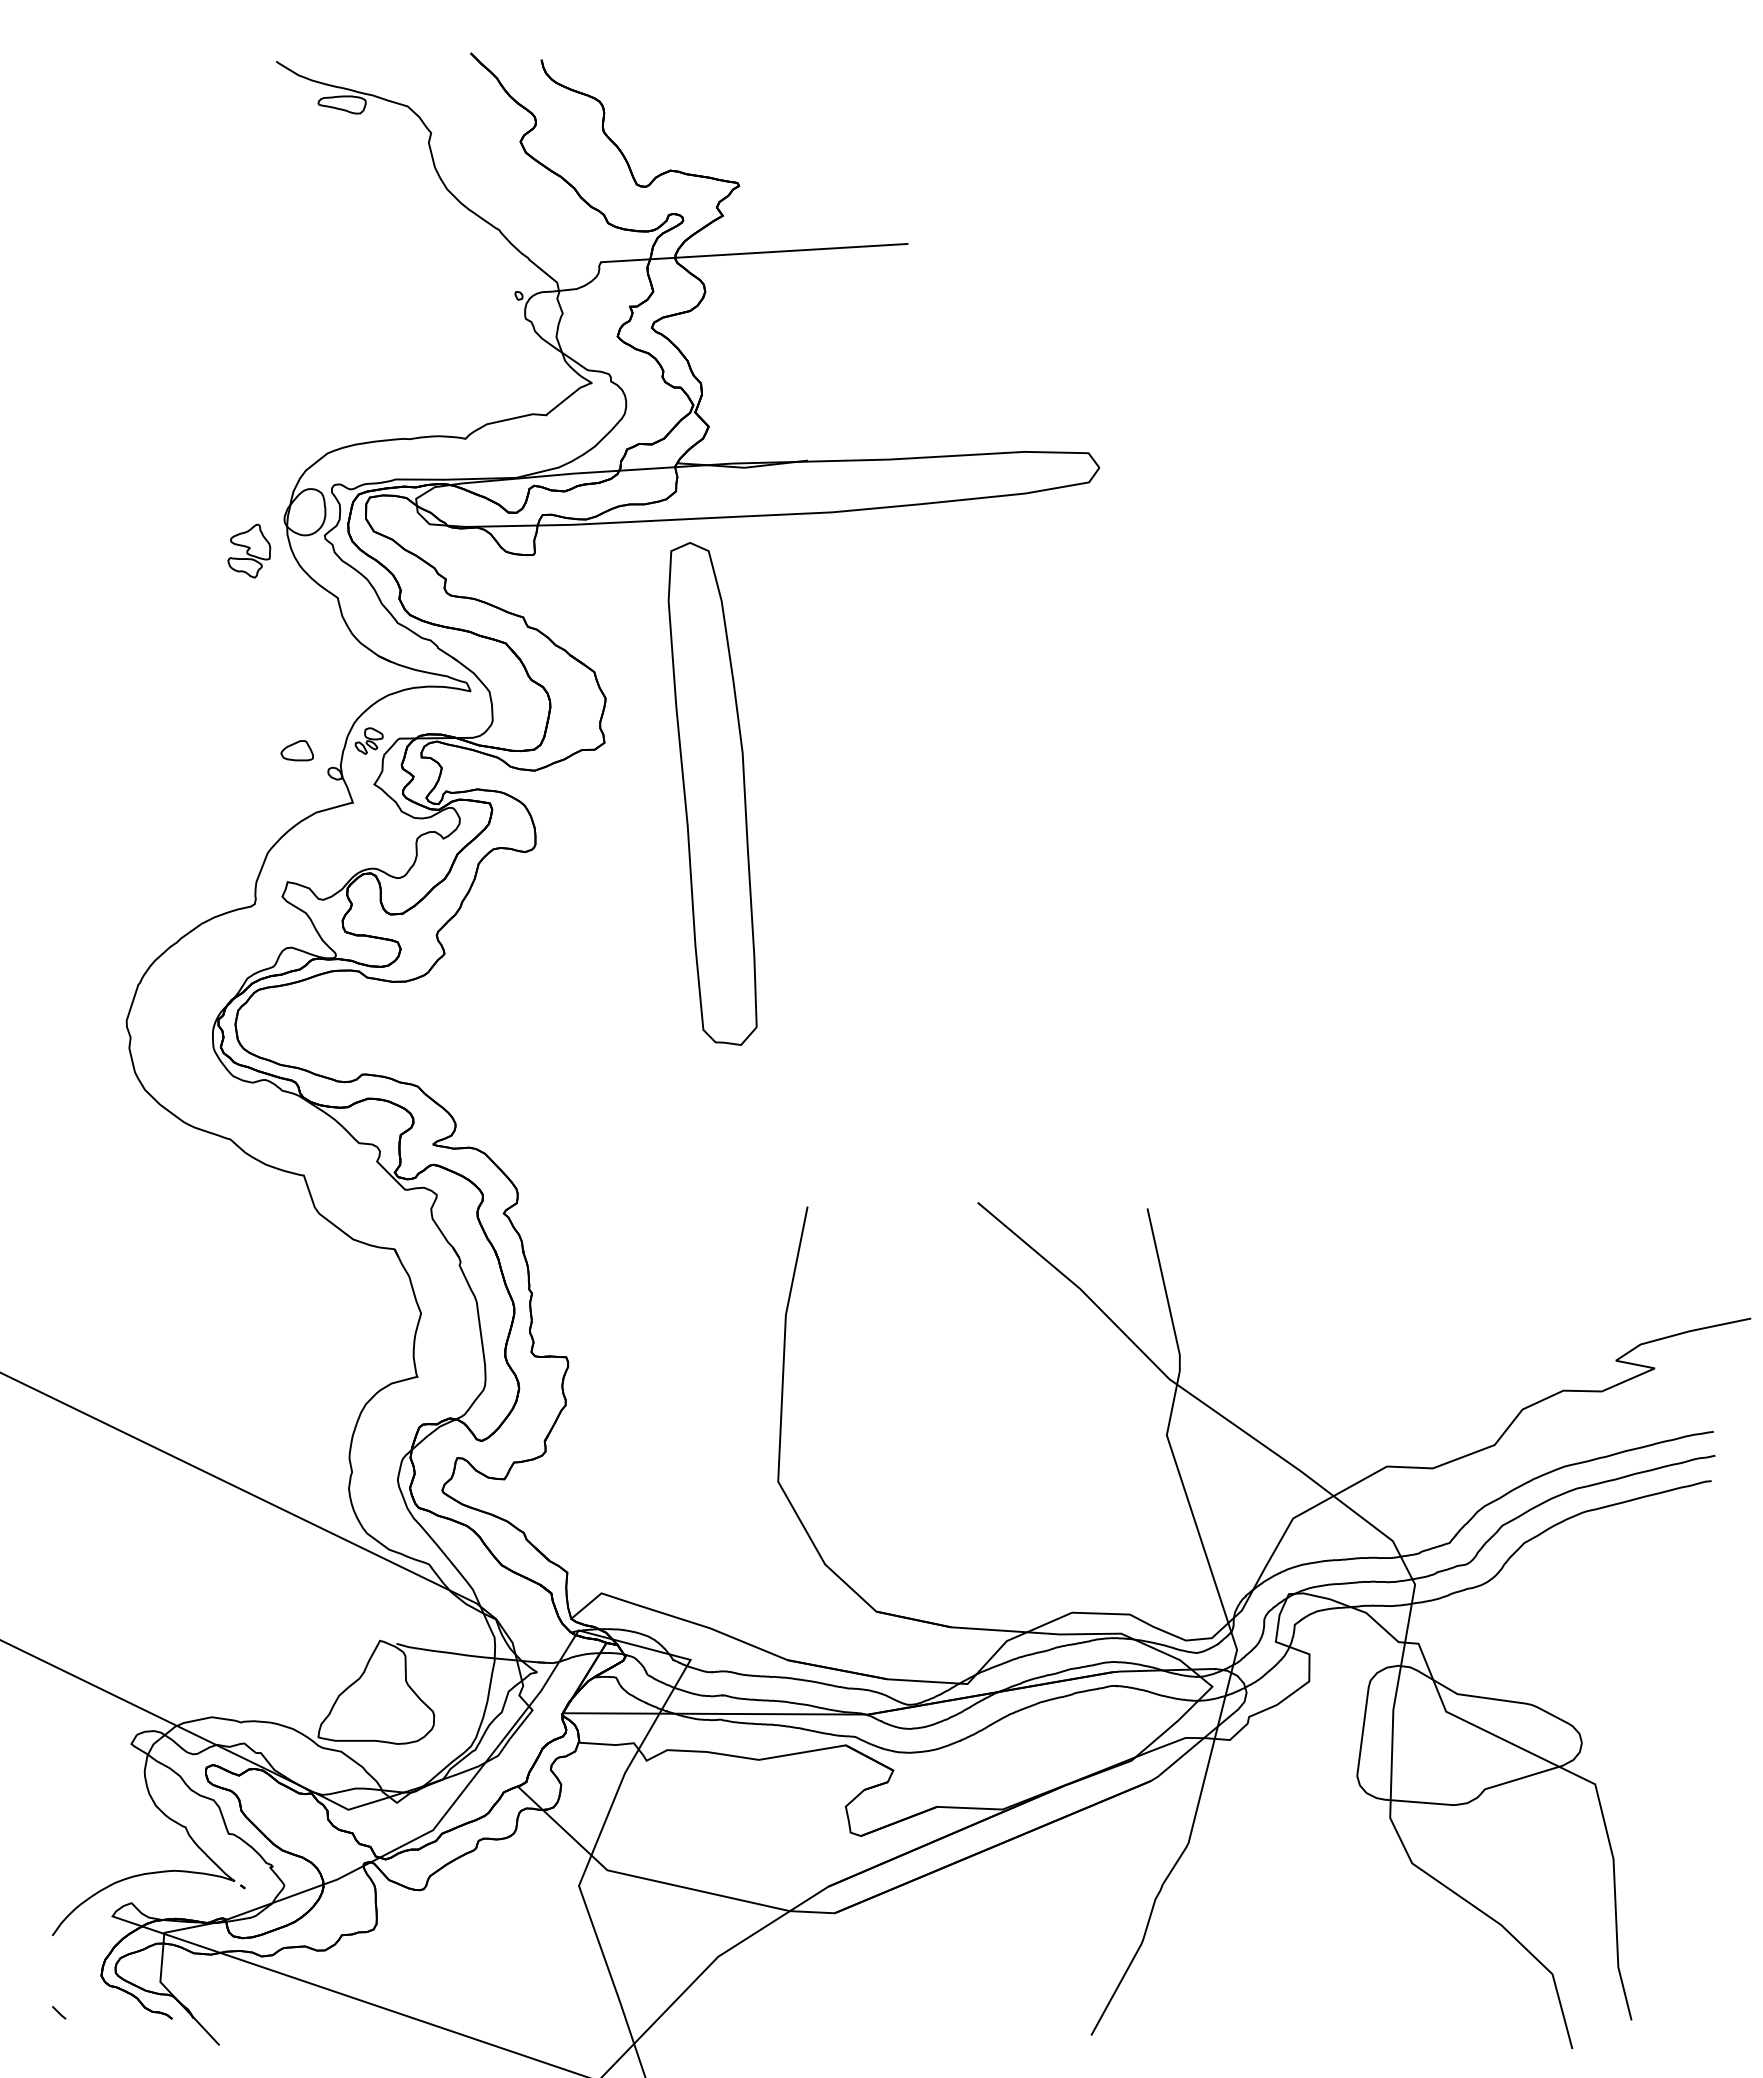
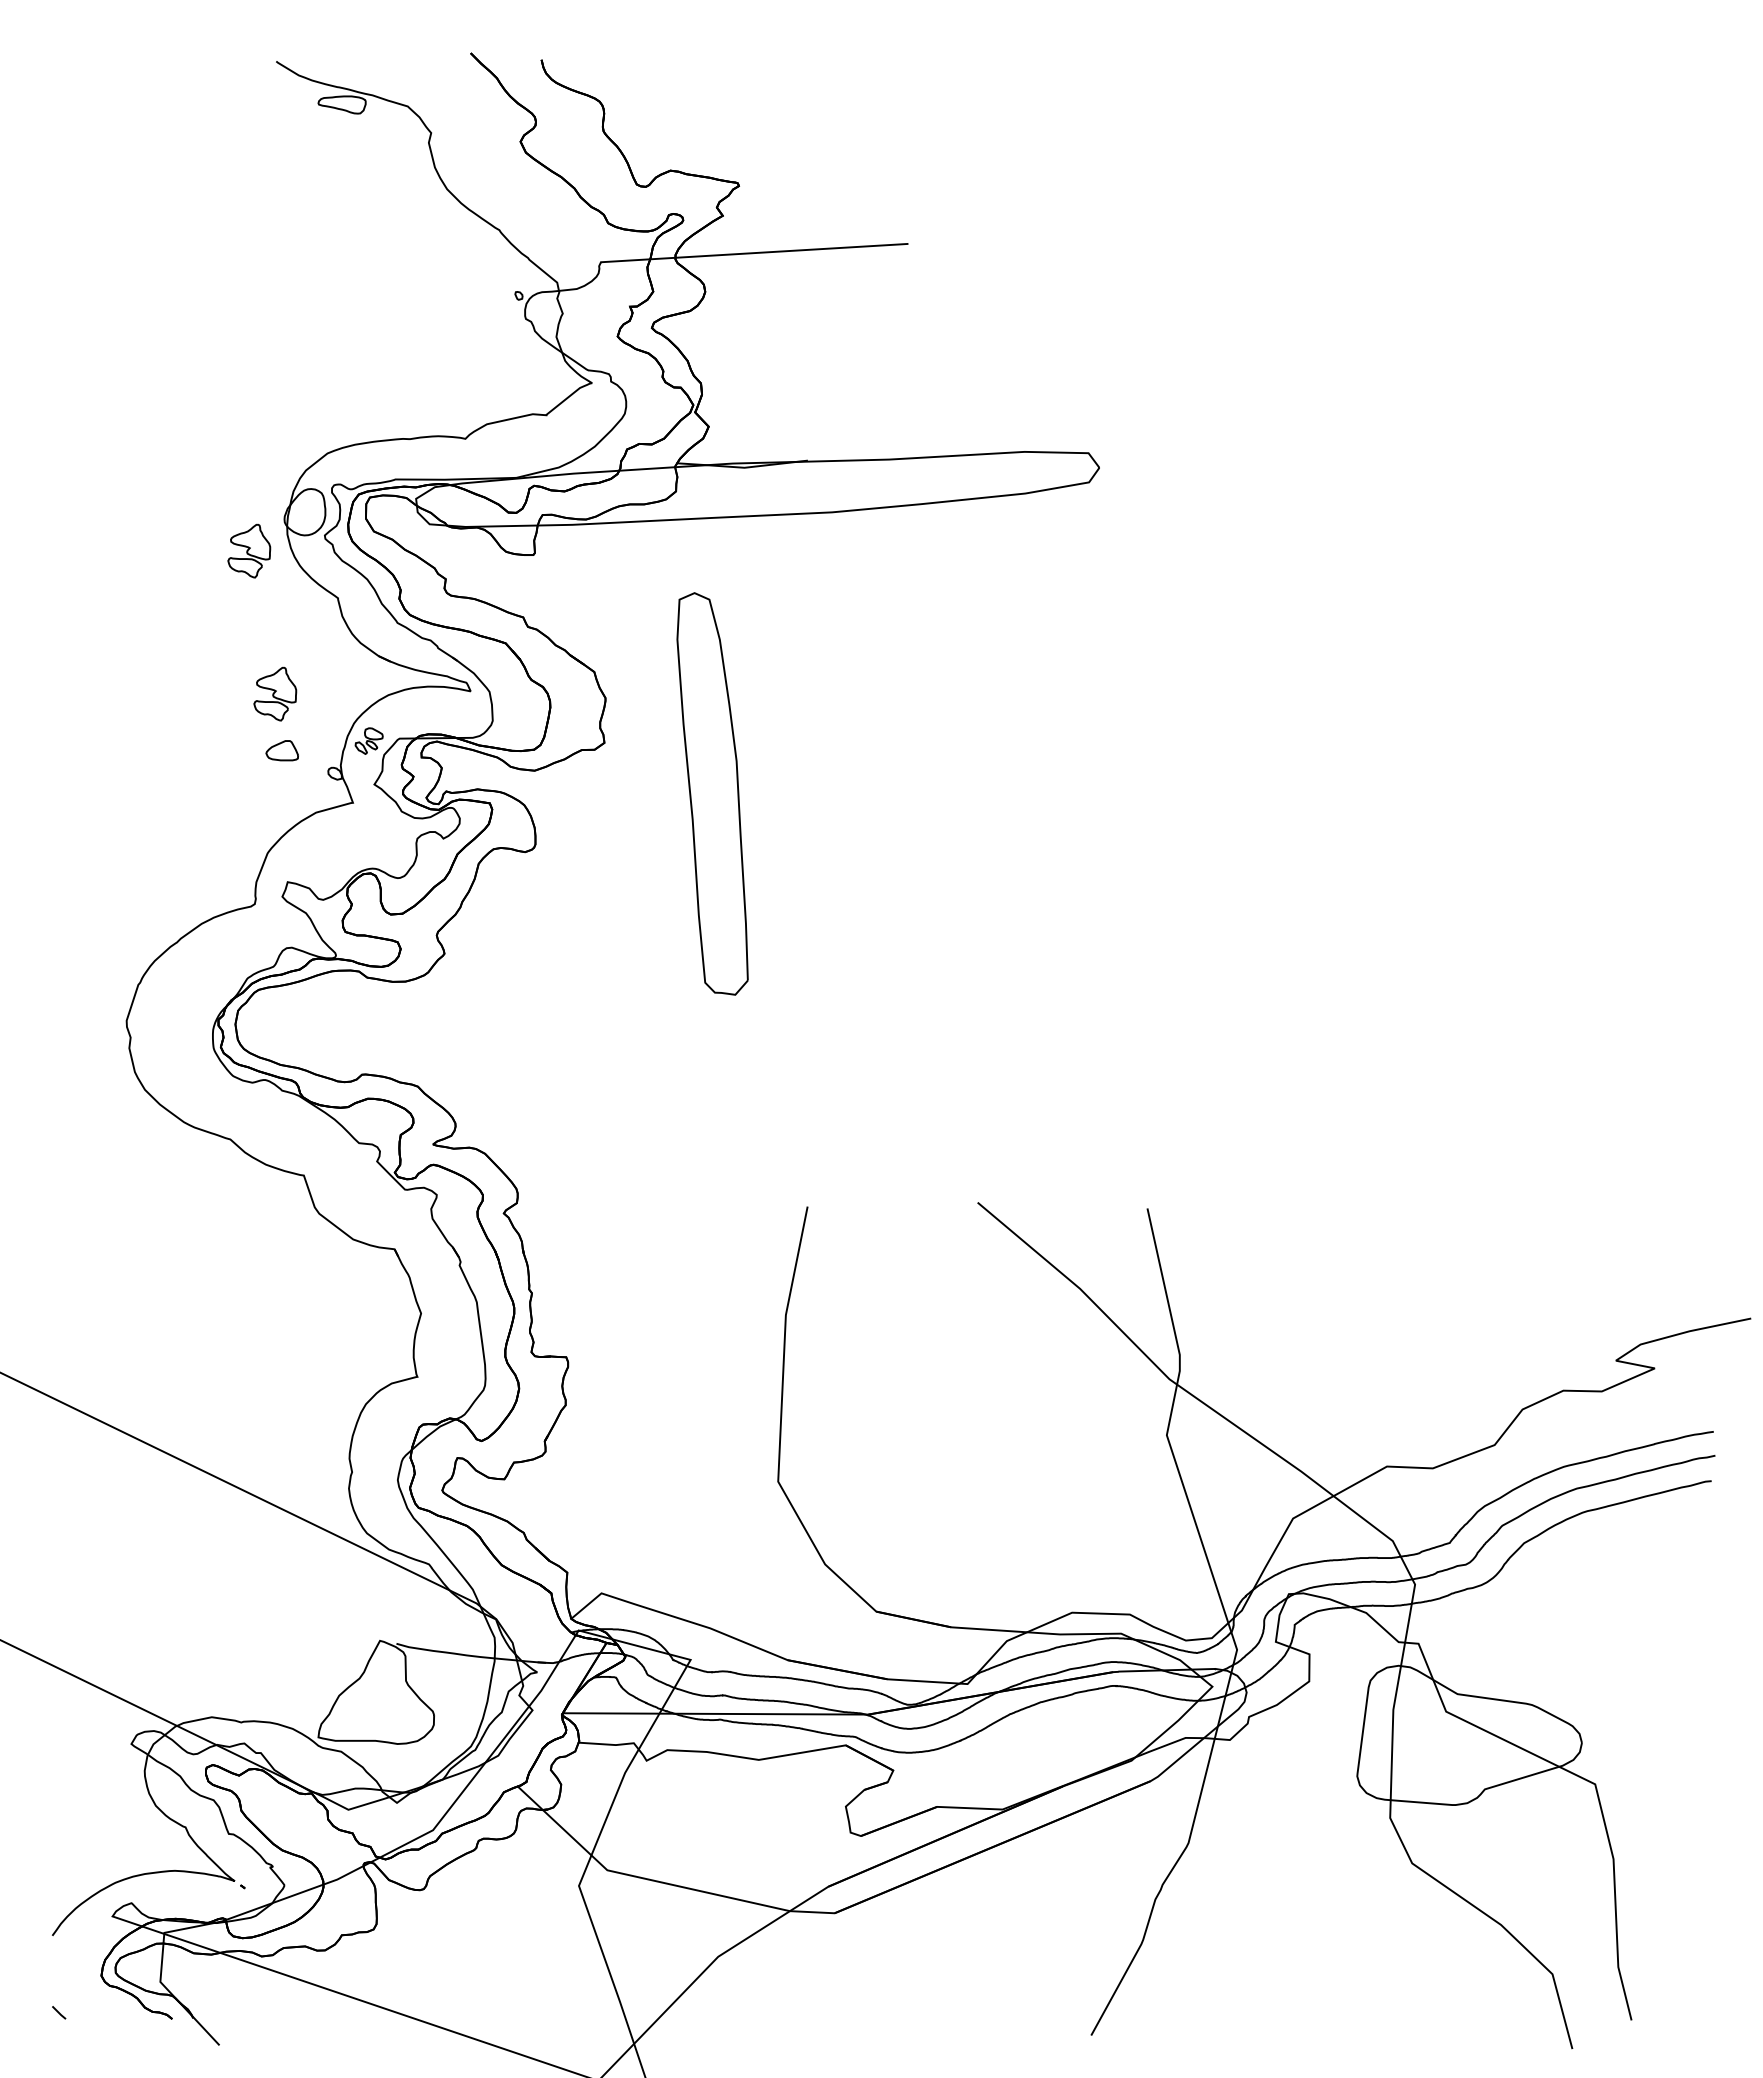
part at (275, 693): none -> present
part at (296, 750) position: (296, 750) -> (281, 750)
part at (712, 793) size: 91x504 px -> 73x404 px
